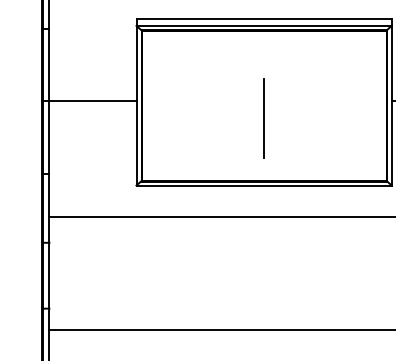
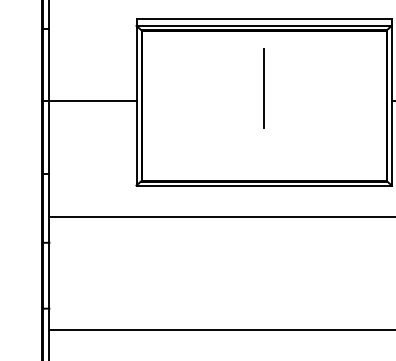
line at (263, 118) position: (263, 118) -> (263, 88)
